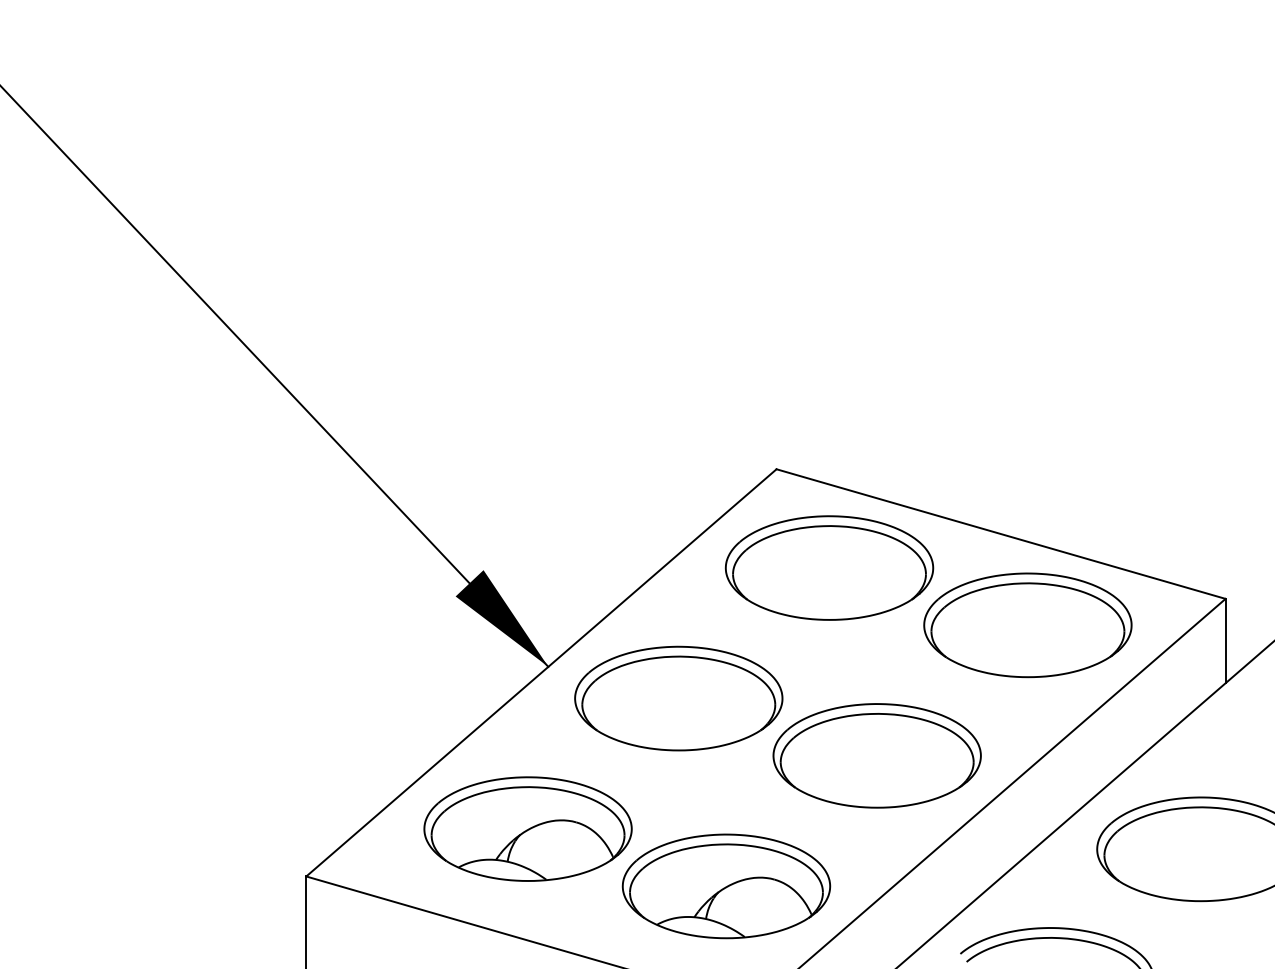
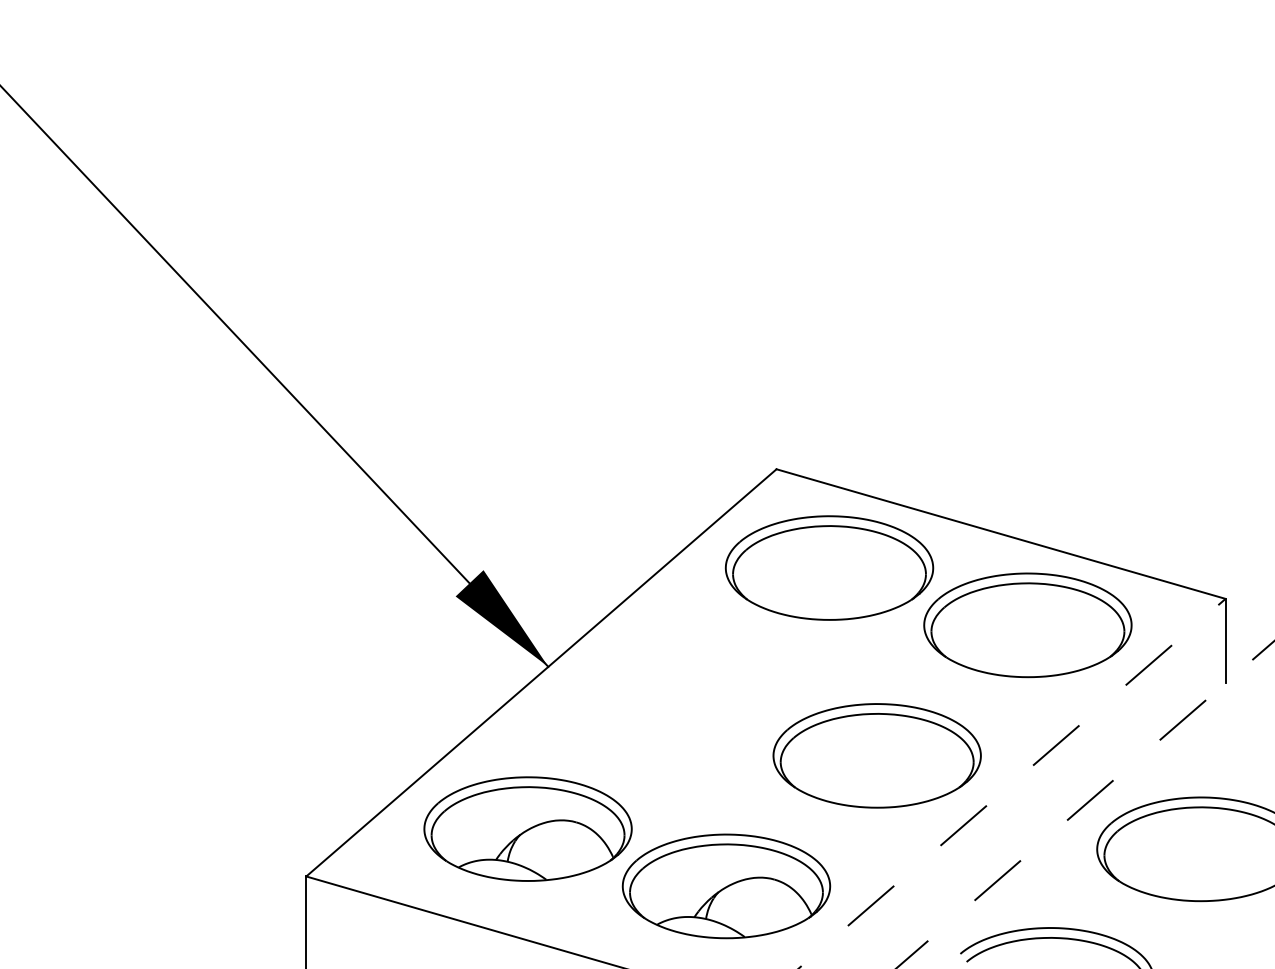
part at (678, 698): present -> none
line at (1011, 783): solid -> dashed
line at (1085, 804): solid -> dashed
